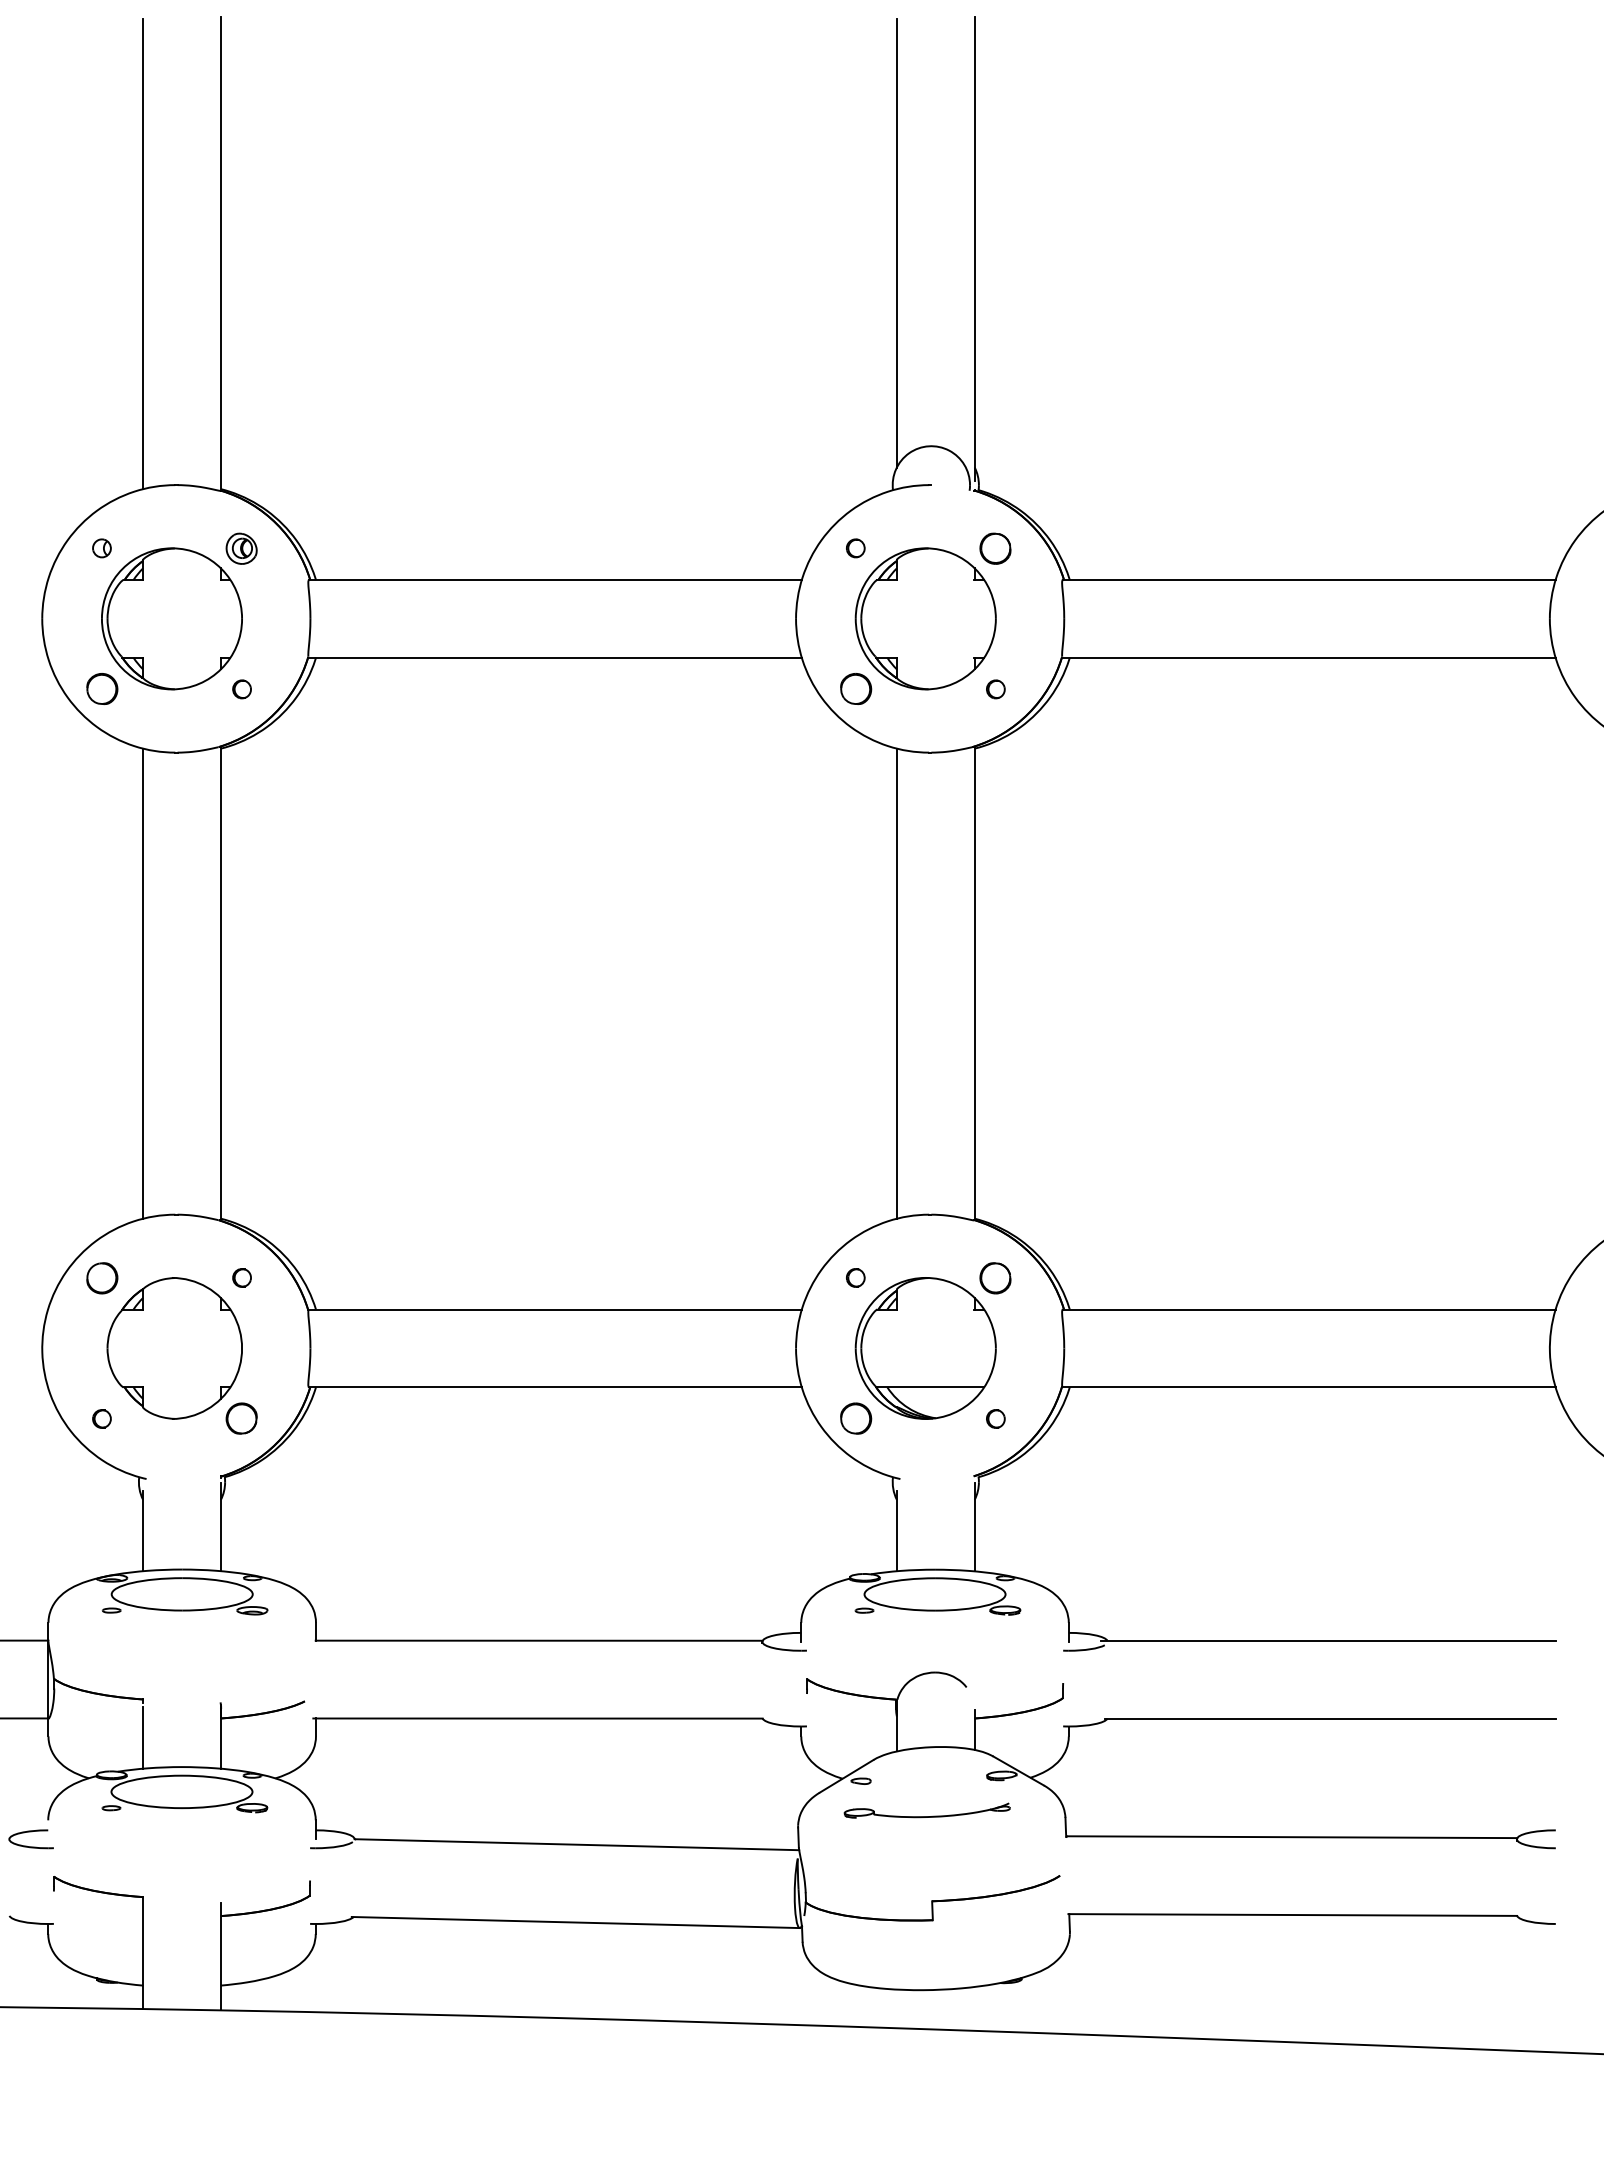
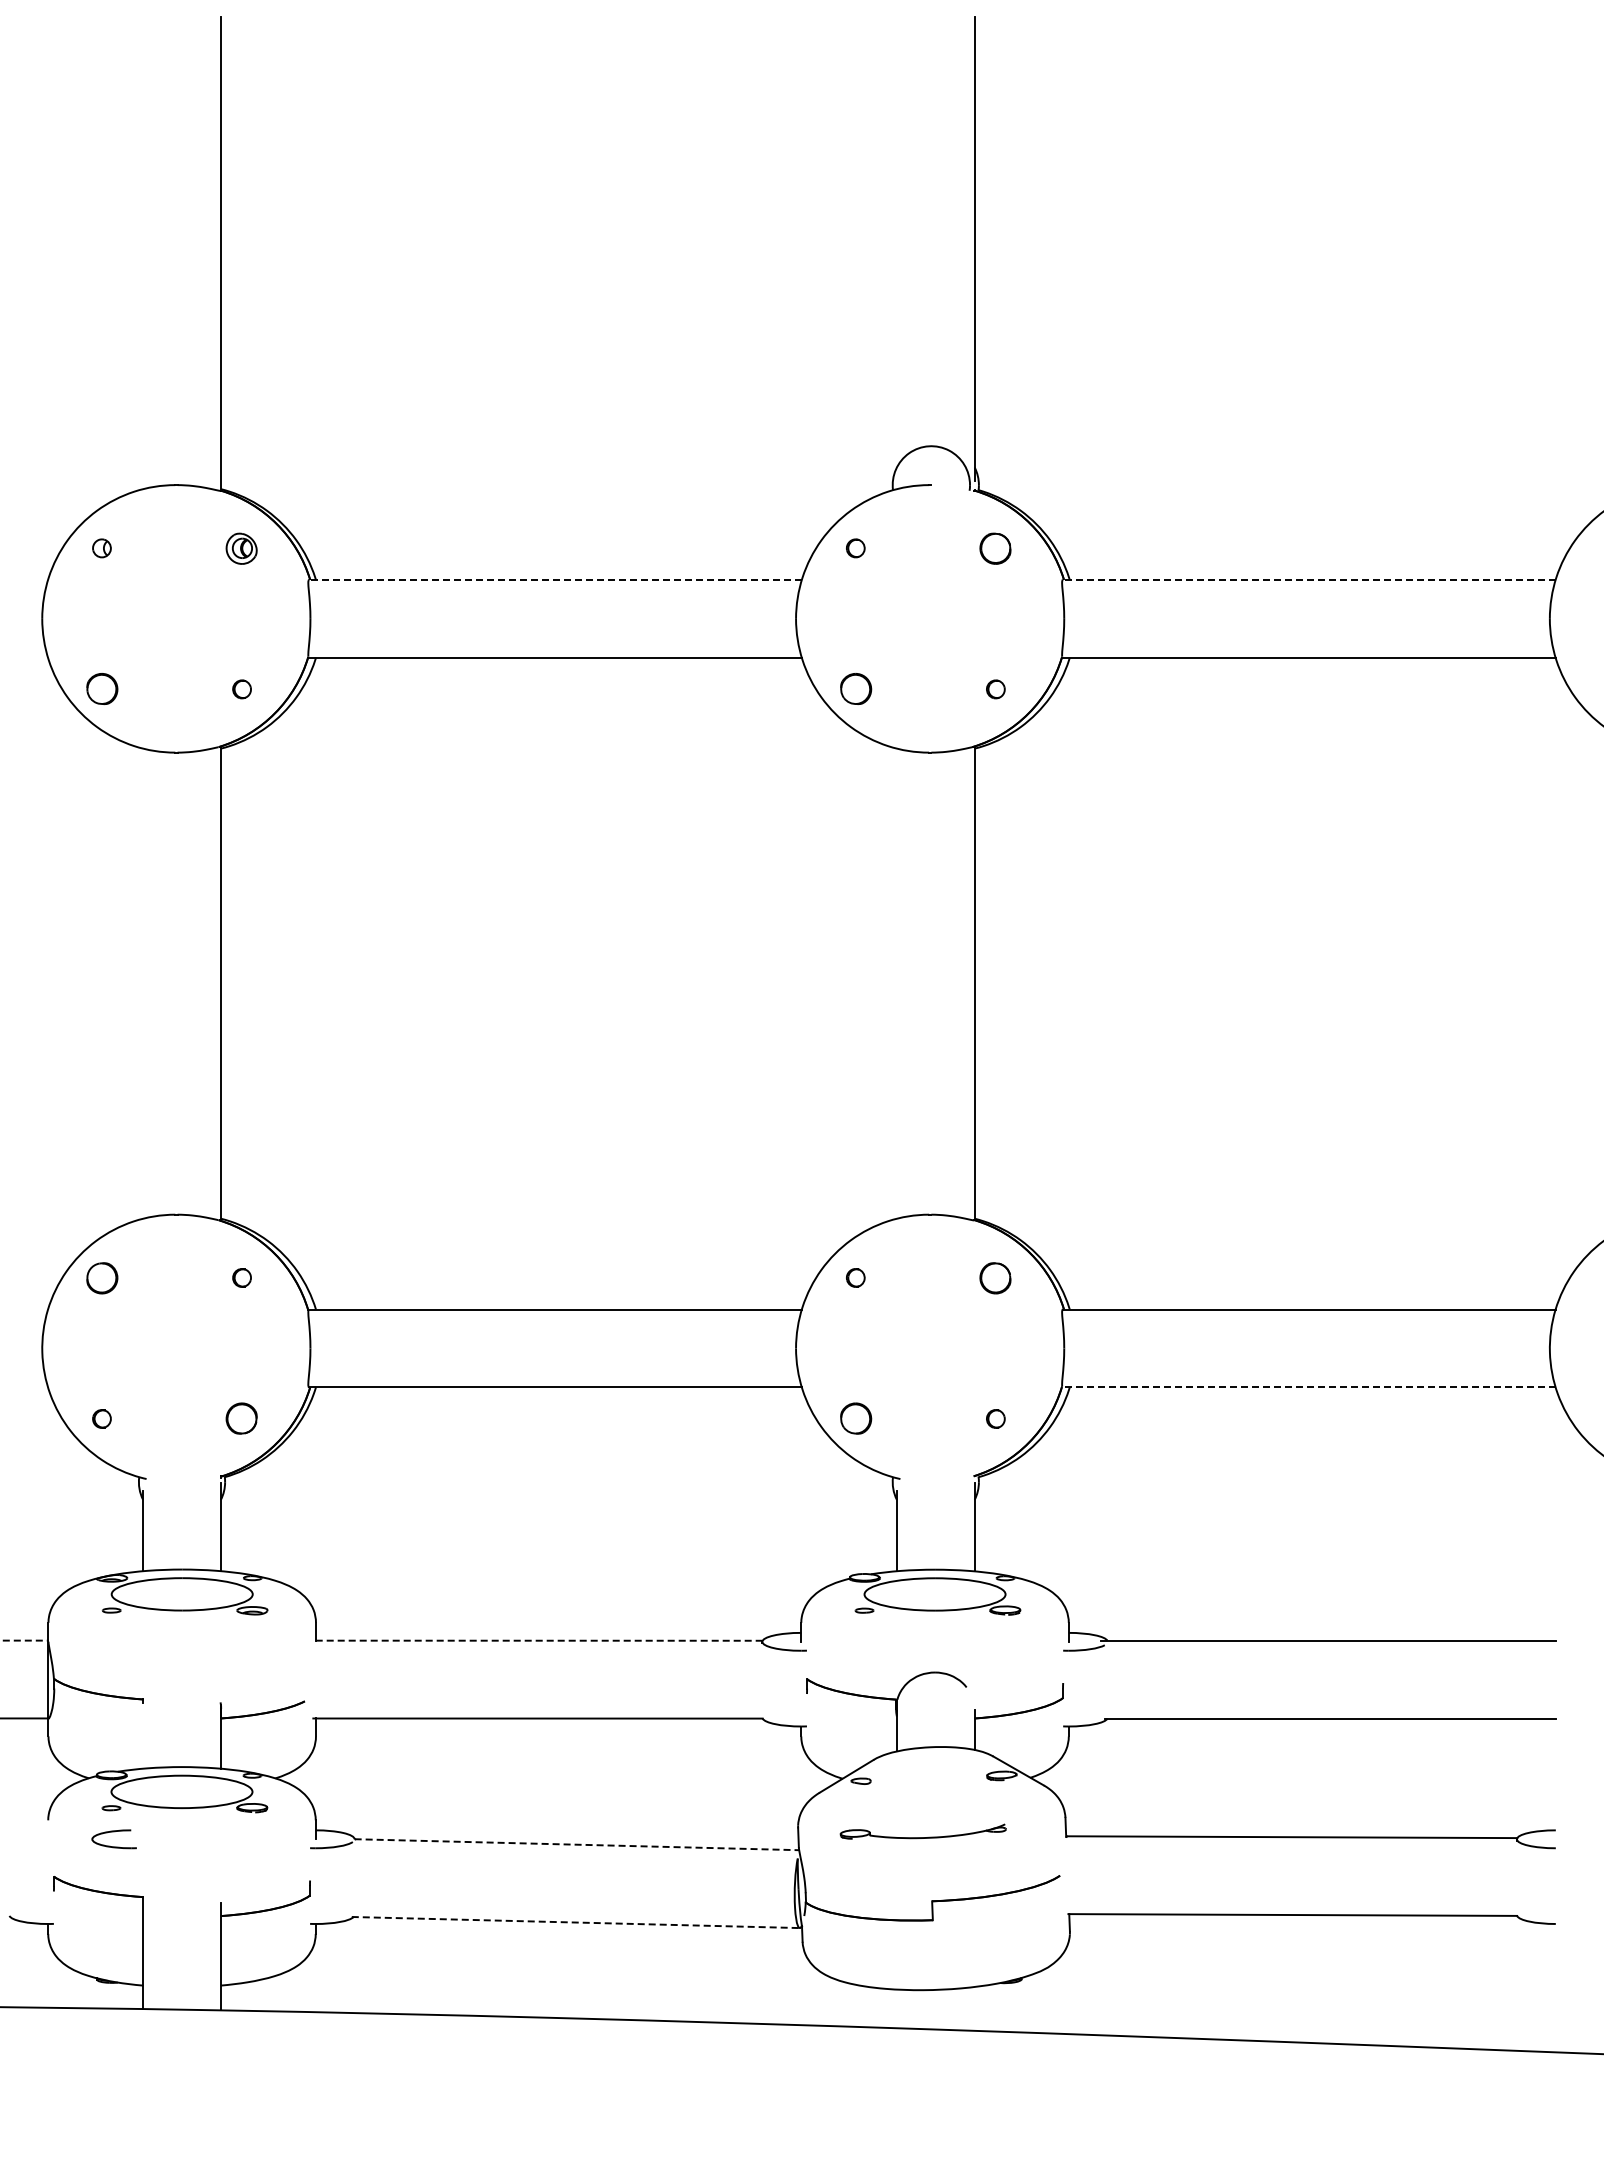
line at (896, 243): present -> none
line at (143, 254): present -> none
line at (554, 579): solid -> dashed
line at (1308, 579): solid -> dashed
part at (171, 618): present -> none
part at (925, 618): present -> none
line at (143, 983): present -> none
line at (896, 983): present -> none
part at (174, 1348): present -> none
part at (925, 1348): present -> none
line at (1308, 1387): solid -> dashed
line at (24, 1640): solid -> dashed
line at (539, 1640): solid -> dashed
line at (143, 1737): present -> none
part at (926, 1810) position: (926, 1810) -> (922, 1831)
part at (30, 1832) position: (30, 1832) -> (113, 1832)
line at (577, 1844): solid -> dashed
line at (576, 1922): solid -> dashed
